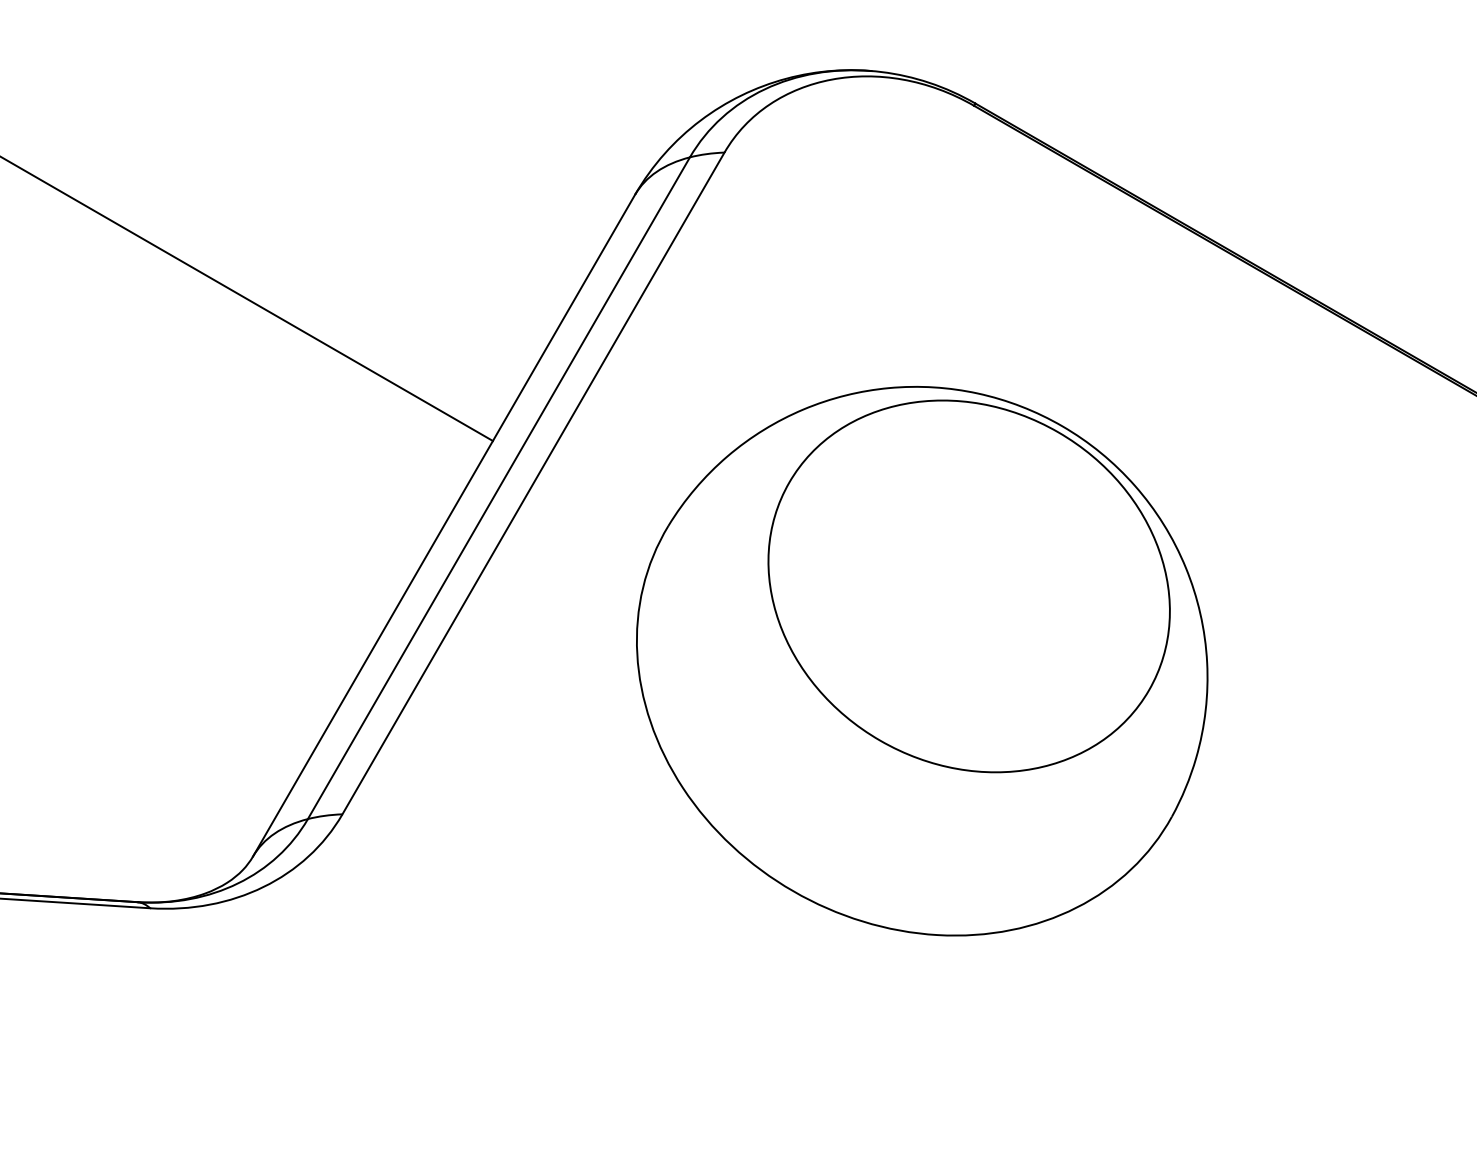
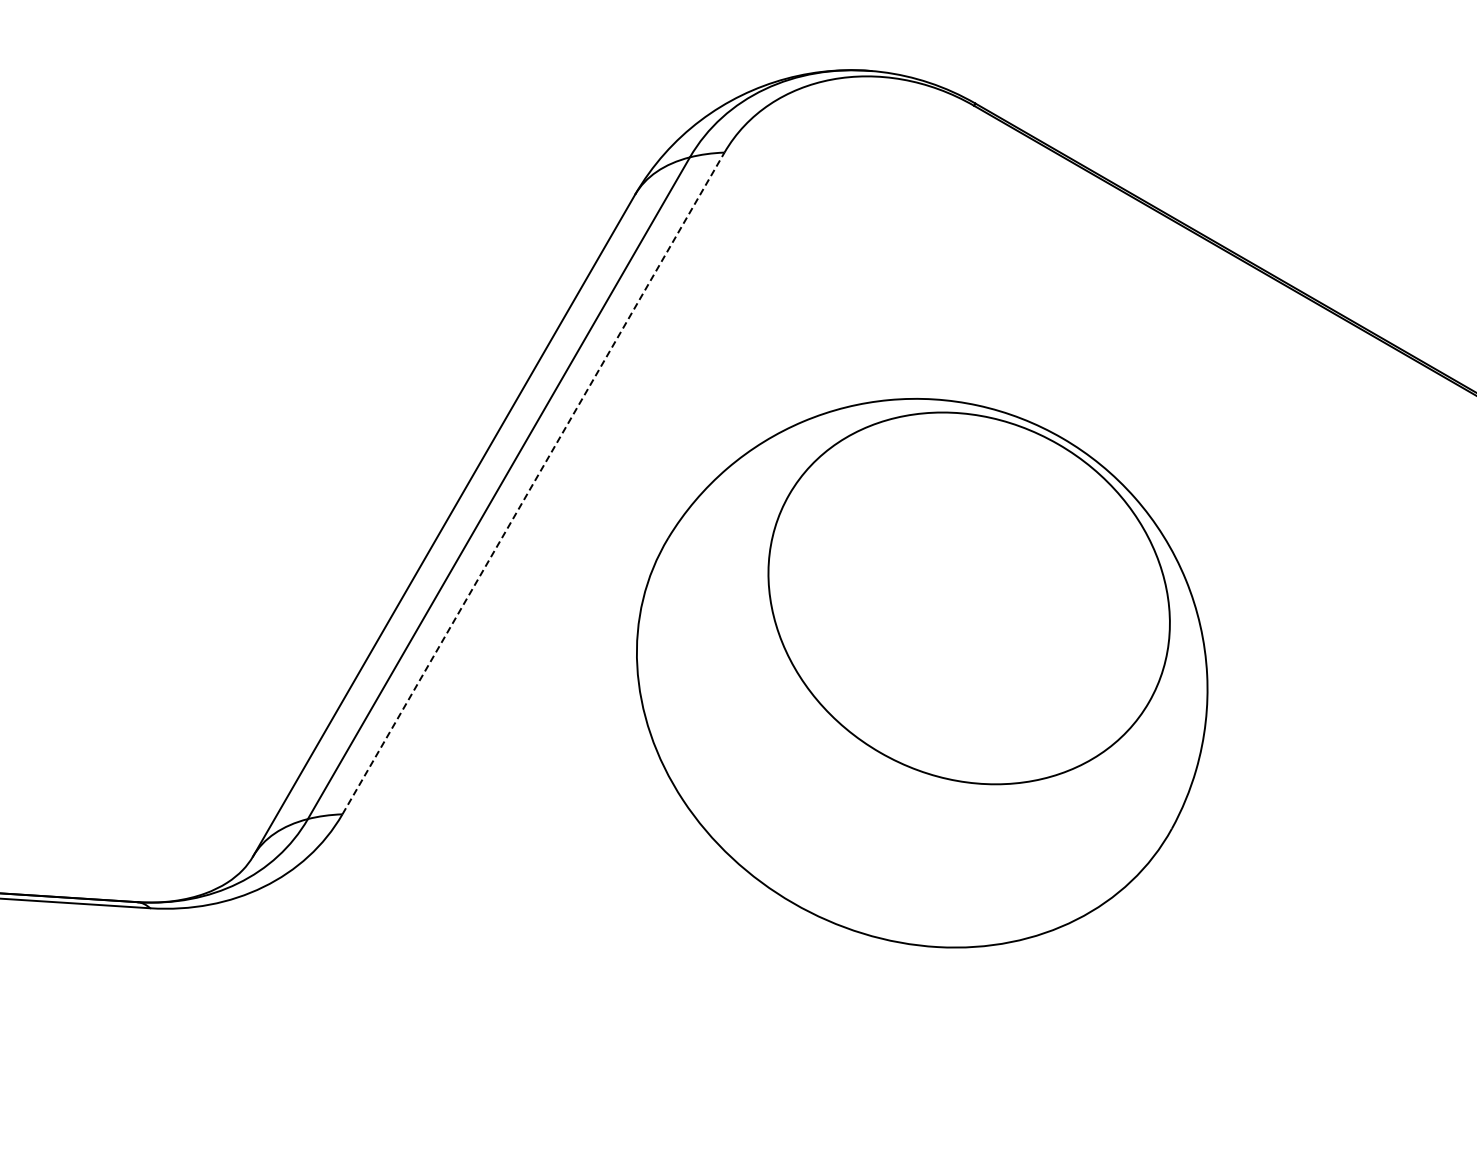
line at (247, 299): present -> none
line at (533, 483): solid -> dashed
part at (922, 661) position: (922, 661) -> (922, 673)
